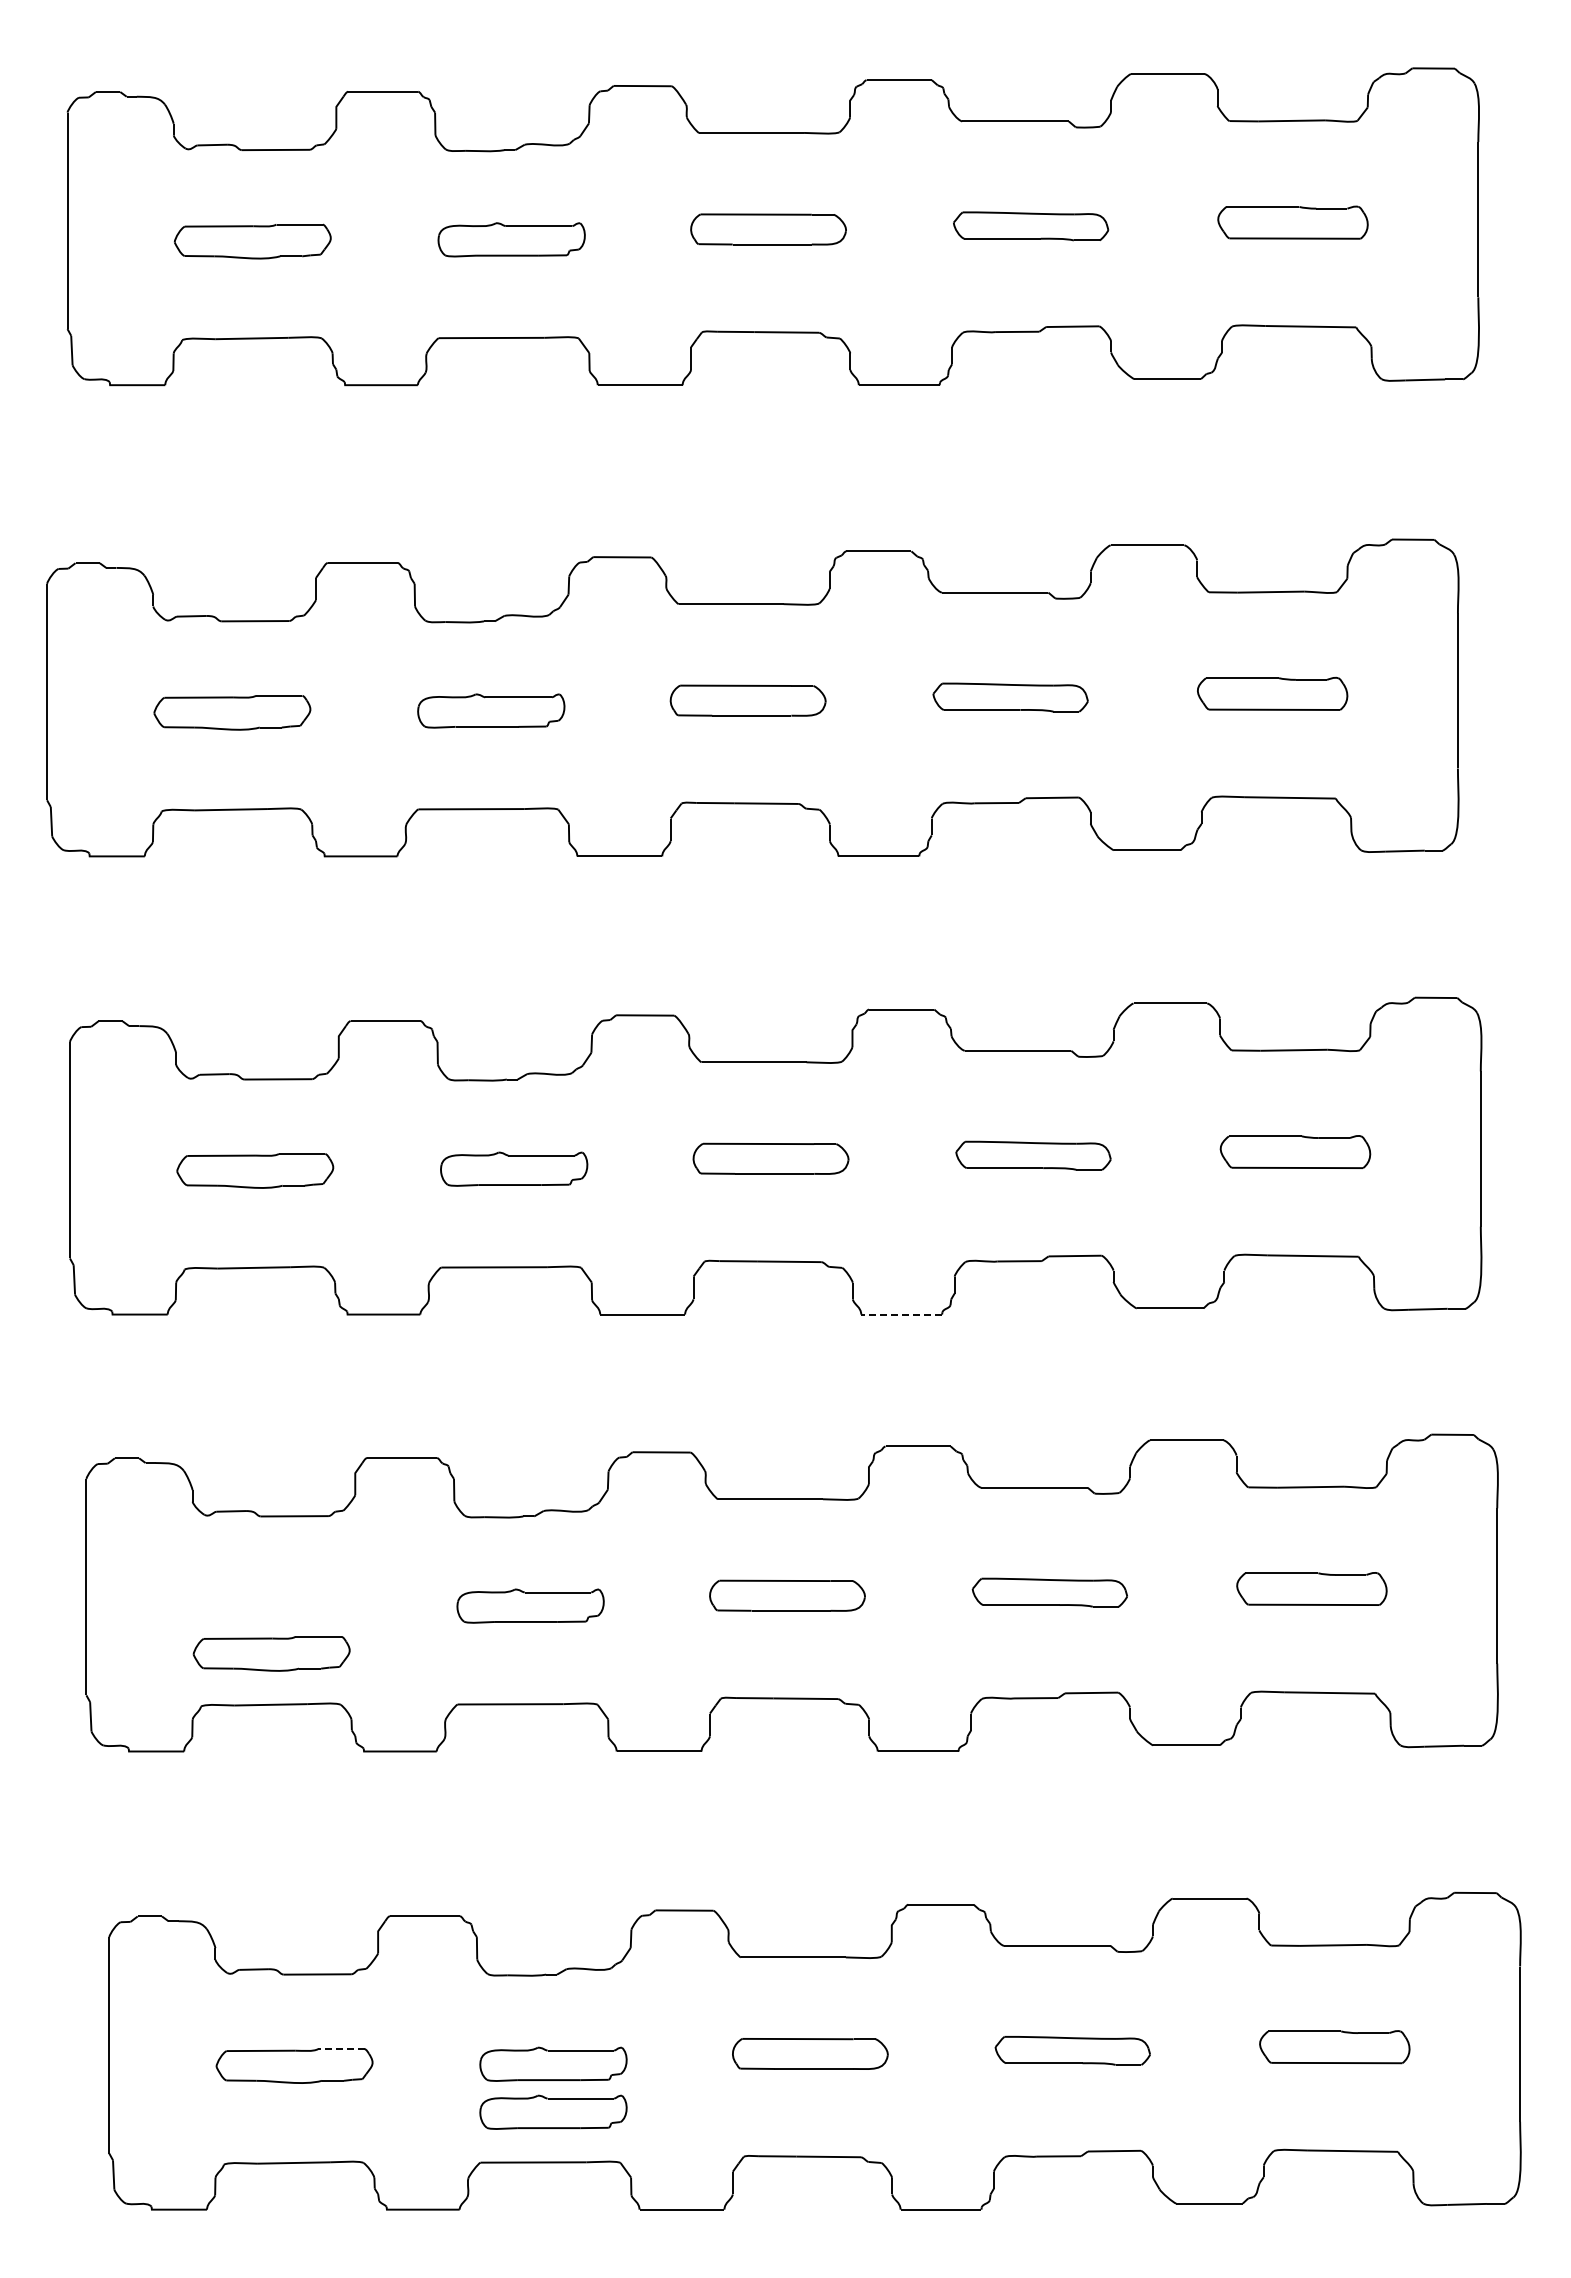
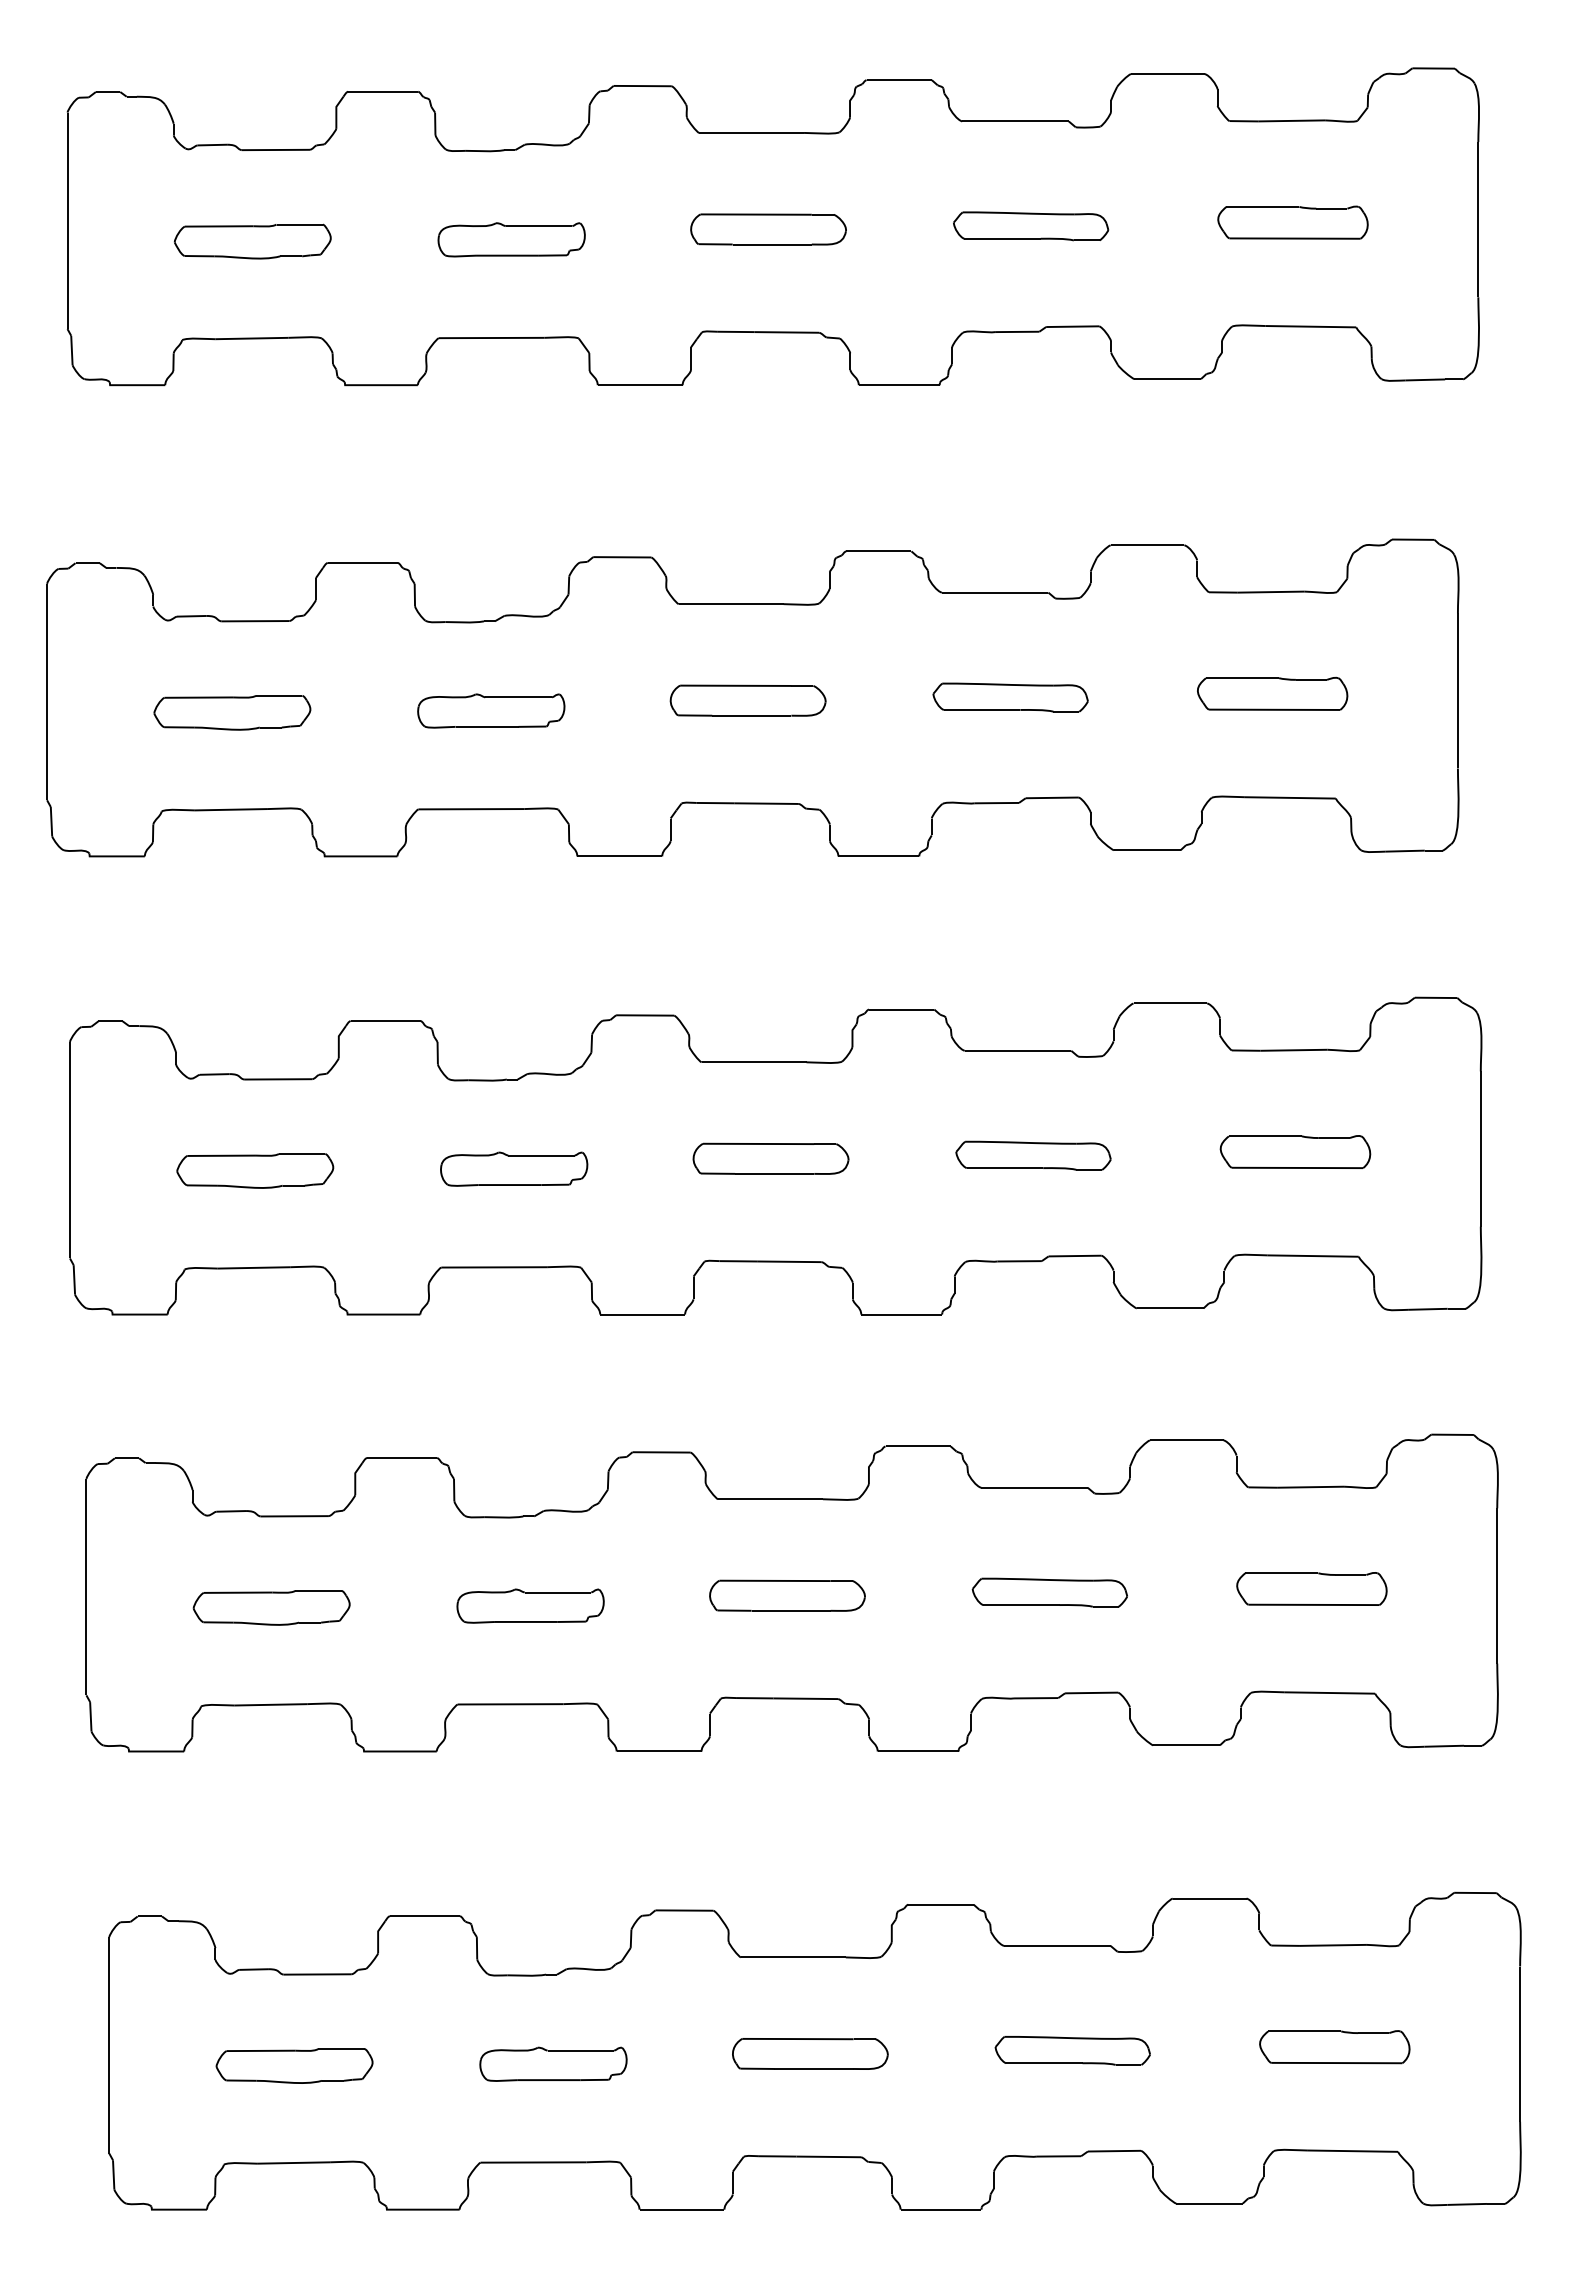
line at (901, 1314): dashed -> solid
part at (271, 1653) position: (271, 1653) -> (271, 1607)
line at (340, 2049): dashed -> solid
part at (553, 2111): present -> none
